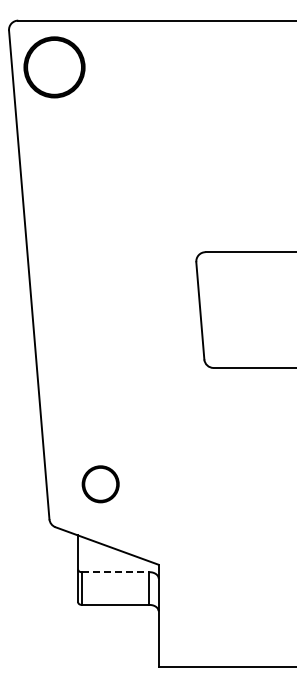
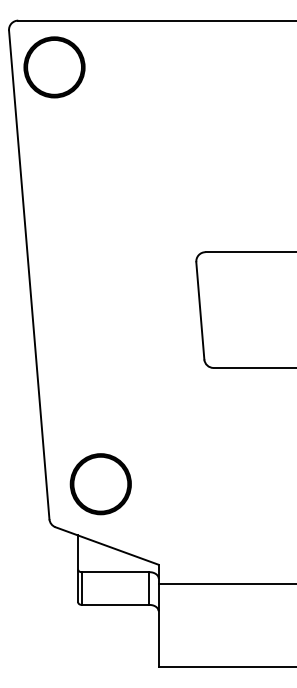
part at (100, 484) size: 39x39 px -> 63x63 px
line at (115, 572): dashed -> solid
line at (225, 584): none -> present
